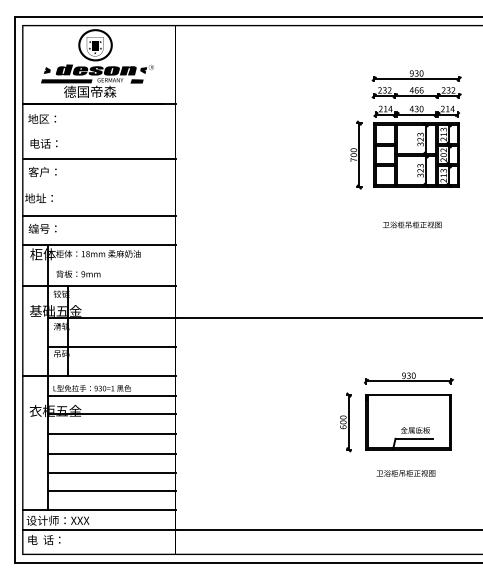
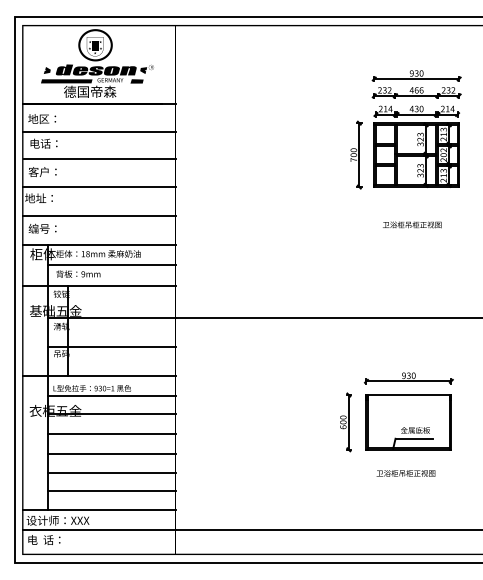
line at (98, 131): none -> present
line at (98, 187): none -> present
line at (111, 264): none -> present
